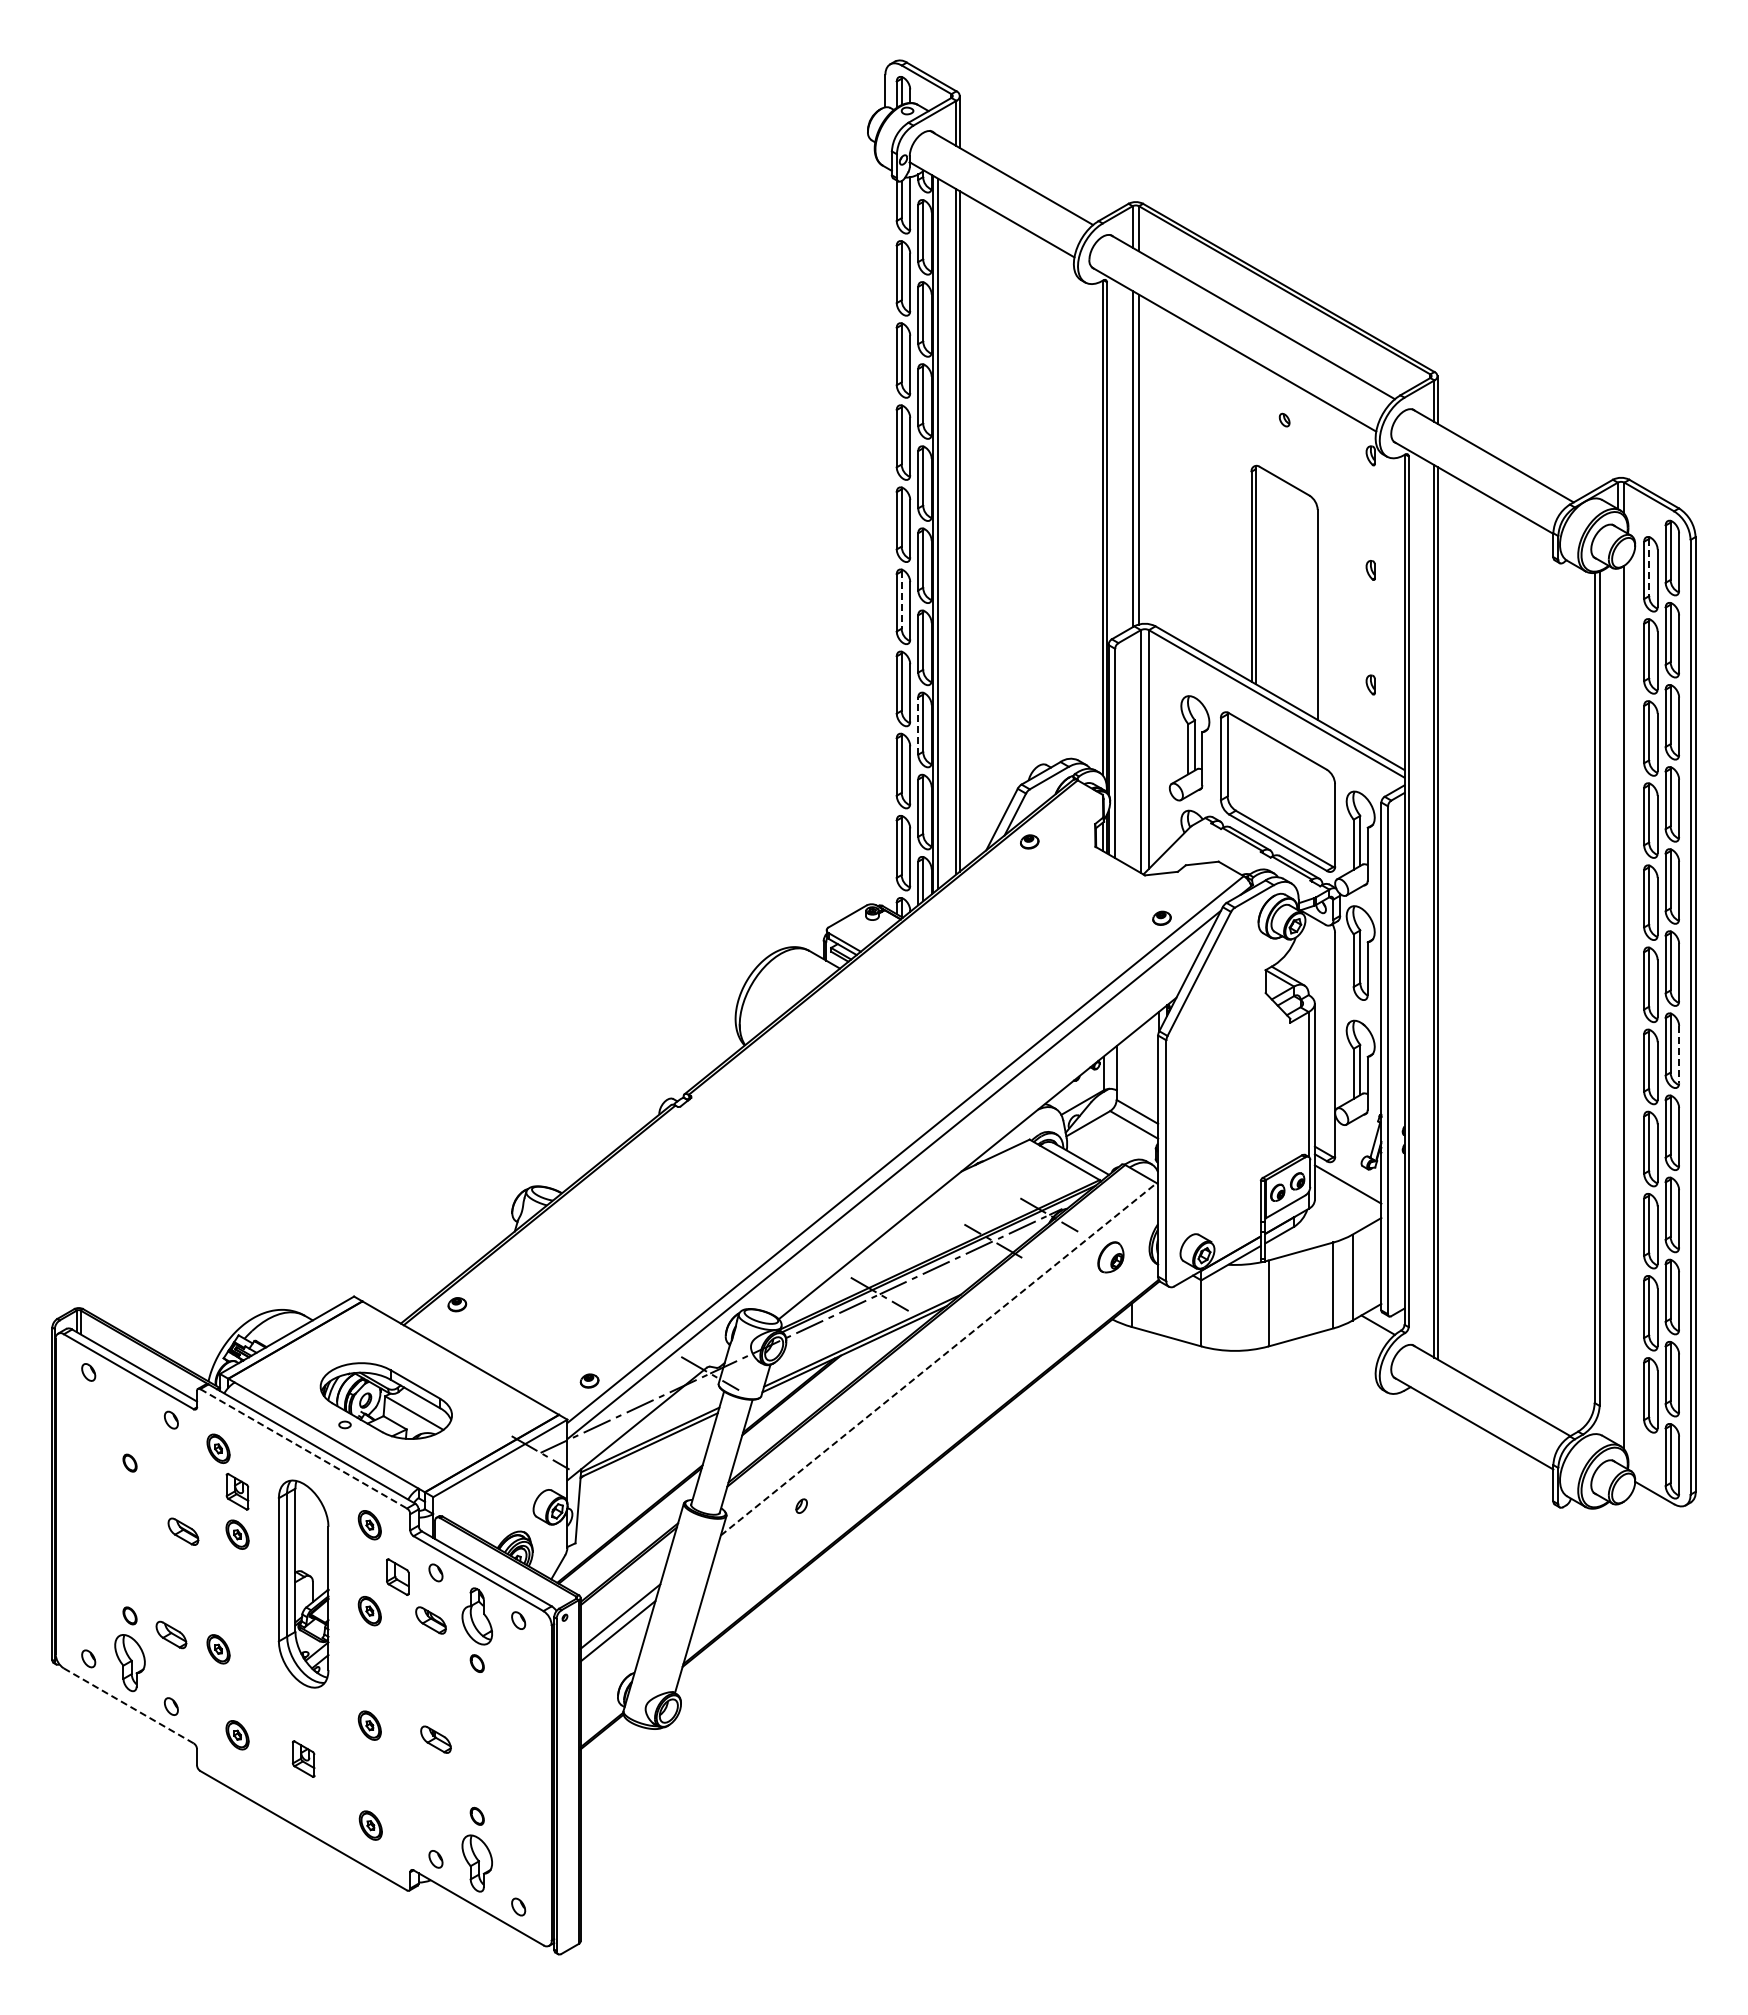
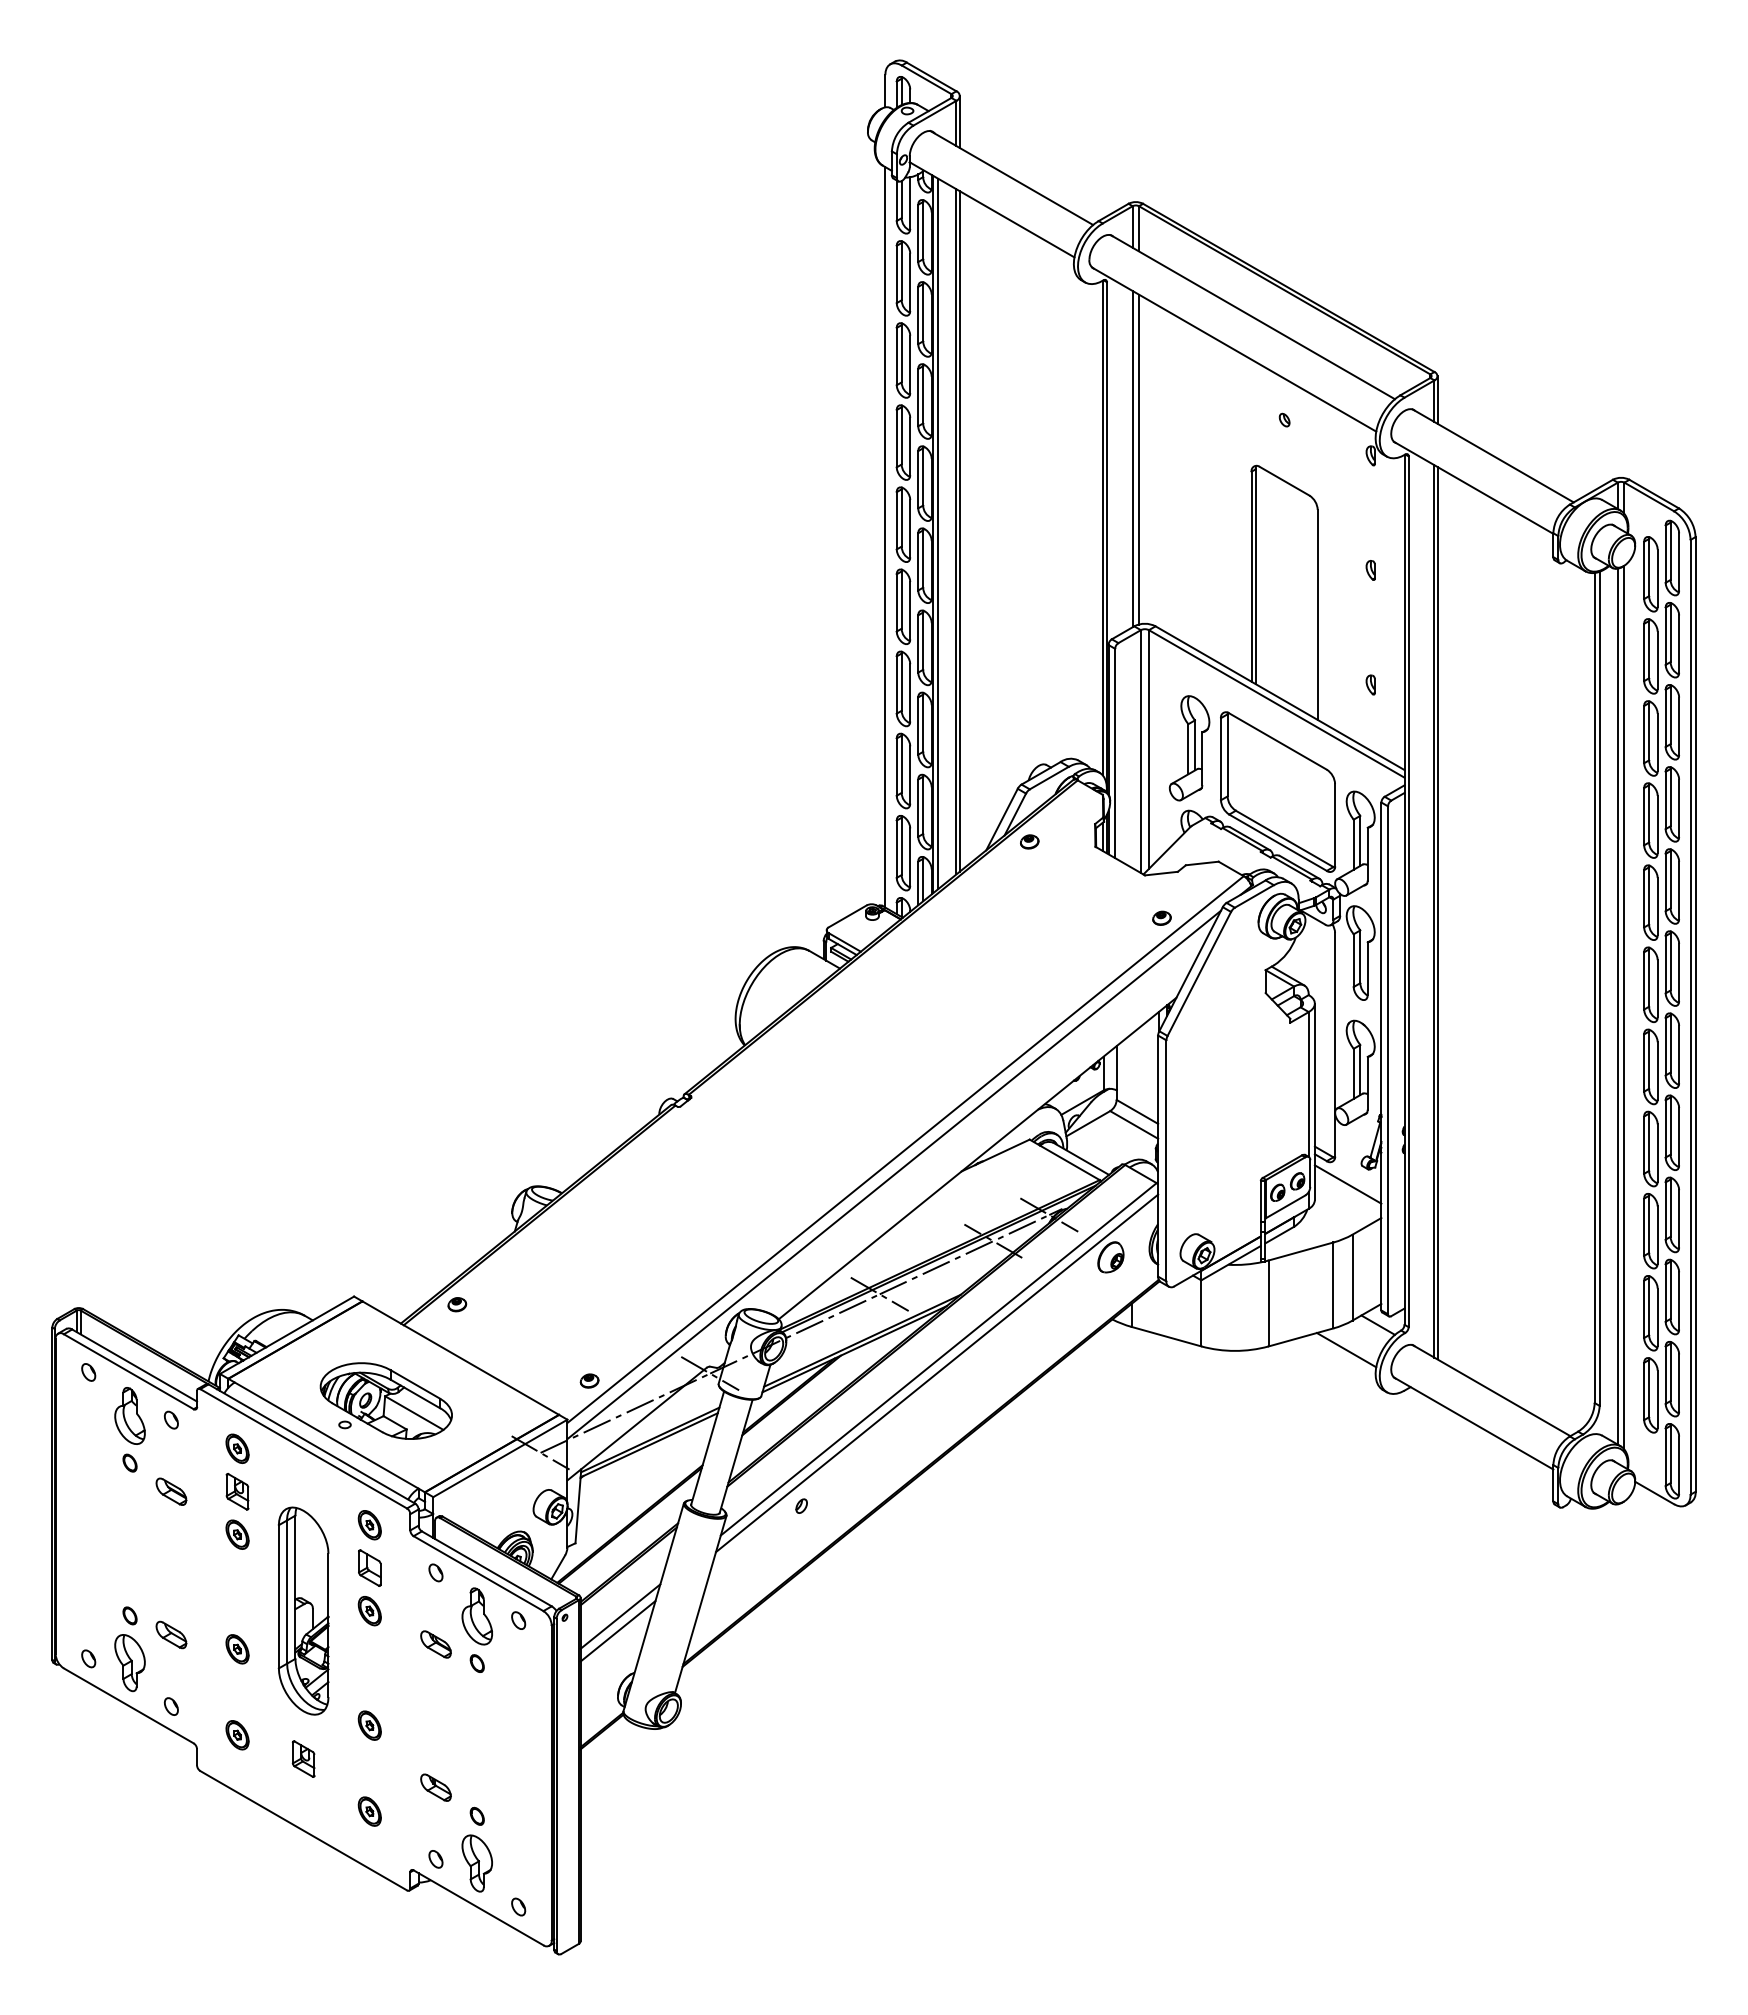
line at (885, 537): none -> present
line at (1649, 567): dashed -> solid
line at (901, 600): dashed -> solid
line at (918, 726): dashed -> solid
line at (1617, 1006): none -> present
line at (1679, 1054): dashed -> solid
line at (1346, 1350): none -> present
line at (939, 1358): dashed -> solid
line at (937, 1373): none -> present
part at (129, 1415): none -> present
part at (218, 1448) position: (218, 1448) -> (237, 1448)
line at (304, 1449): dashed -> solid
part at (183, 1531) position: (183, 1531) -> (171, 1491)
part at (397, 1576) position: (397, 1576) -> (369, 1567)
part at (303, 1583) position: (303, 1583) -> (303, 1610)
part at (430, 1620) position: (430, 1620) -> (435, 1644)
part at (218, 1649) position: (218, 1649) -> (237, 1649)
line at (128, 1705): dashed -> solid
part at (435, 1739) position: (435, 1739) -> (435, 1787)
part at (370, 1825) position: (370, 1825) -> (369, 1811)
